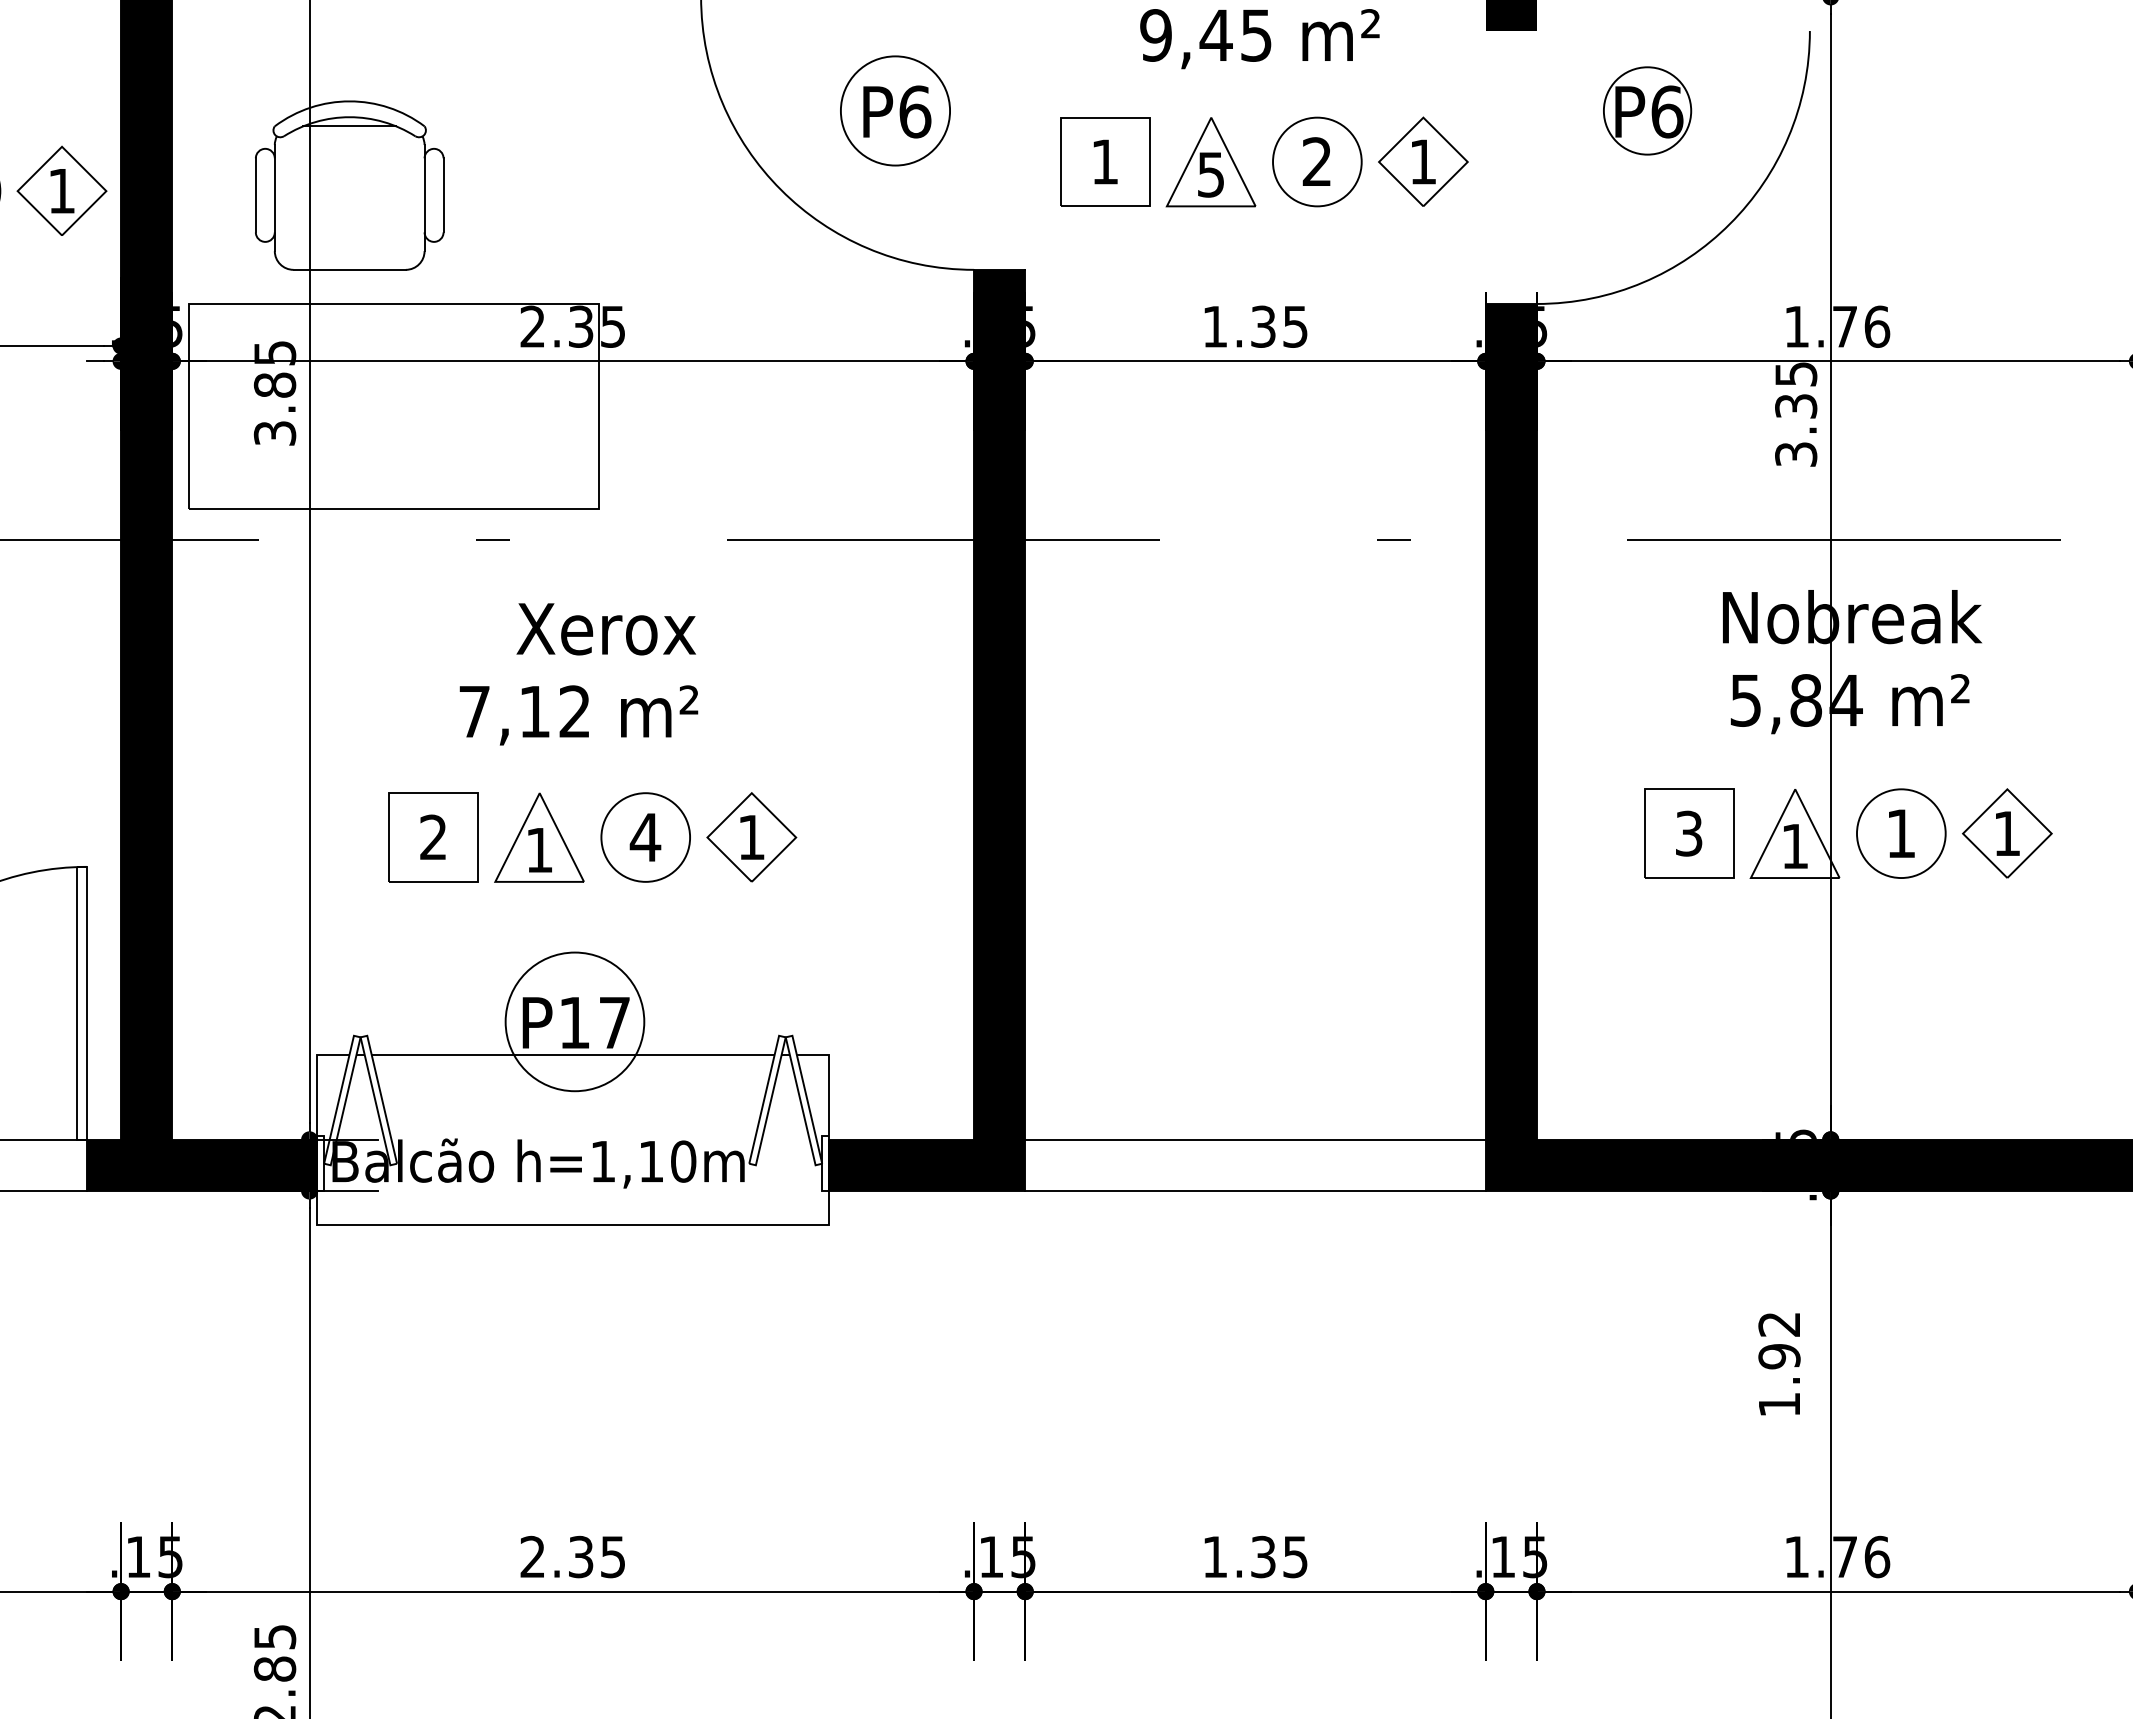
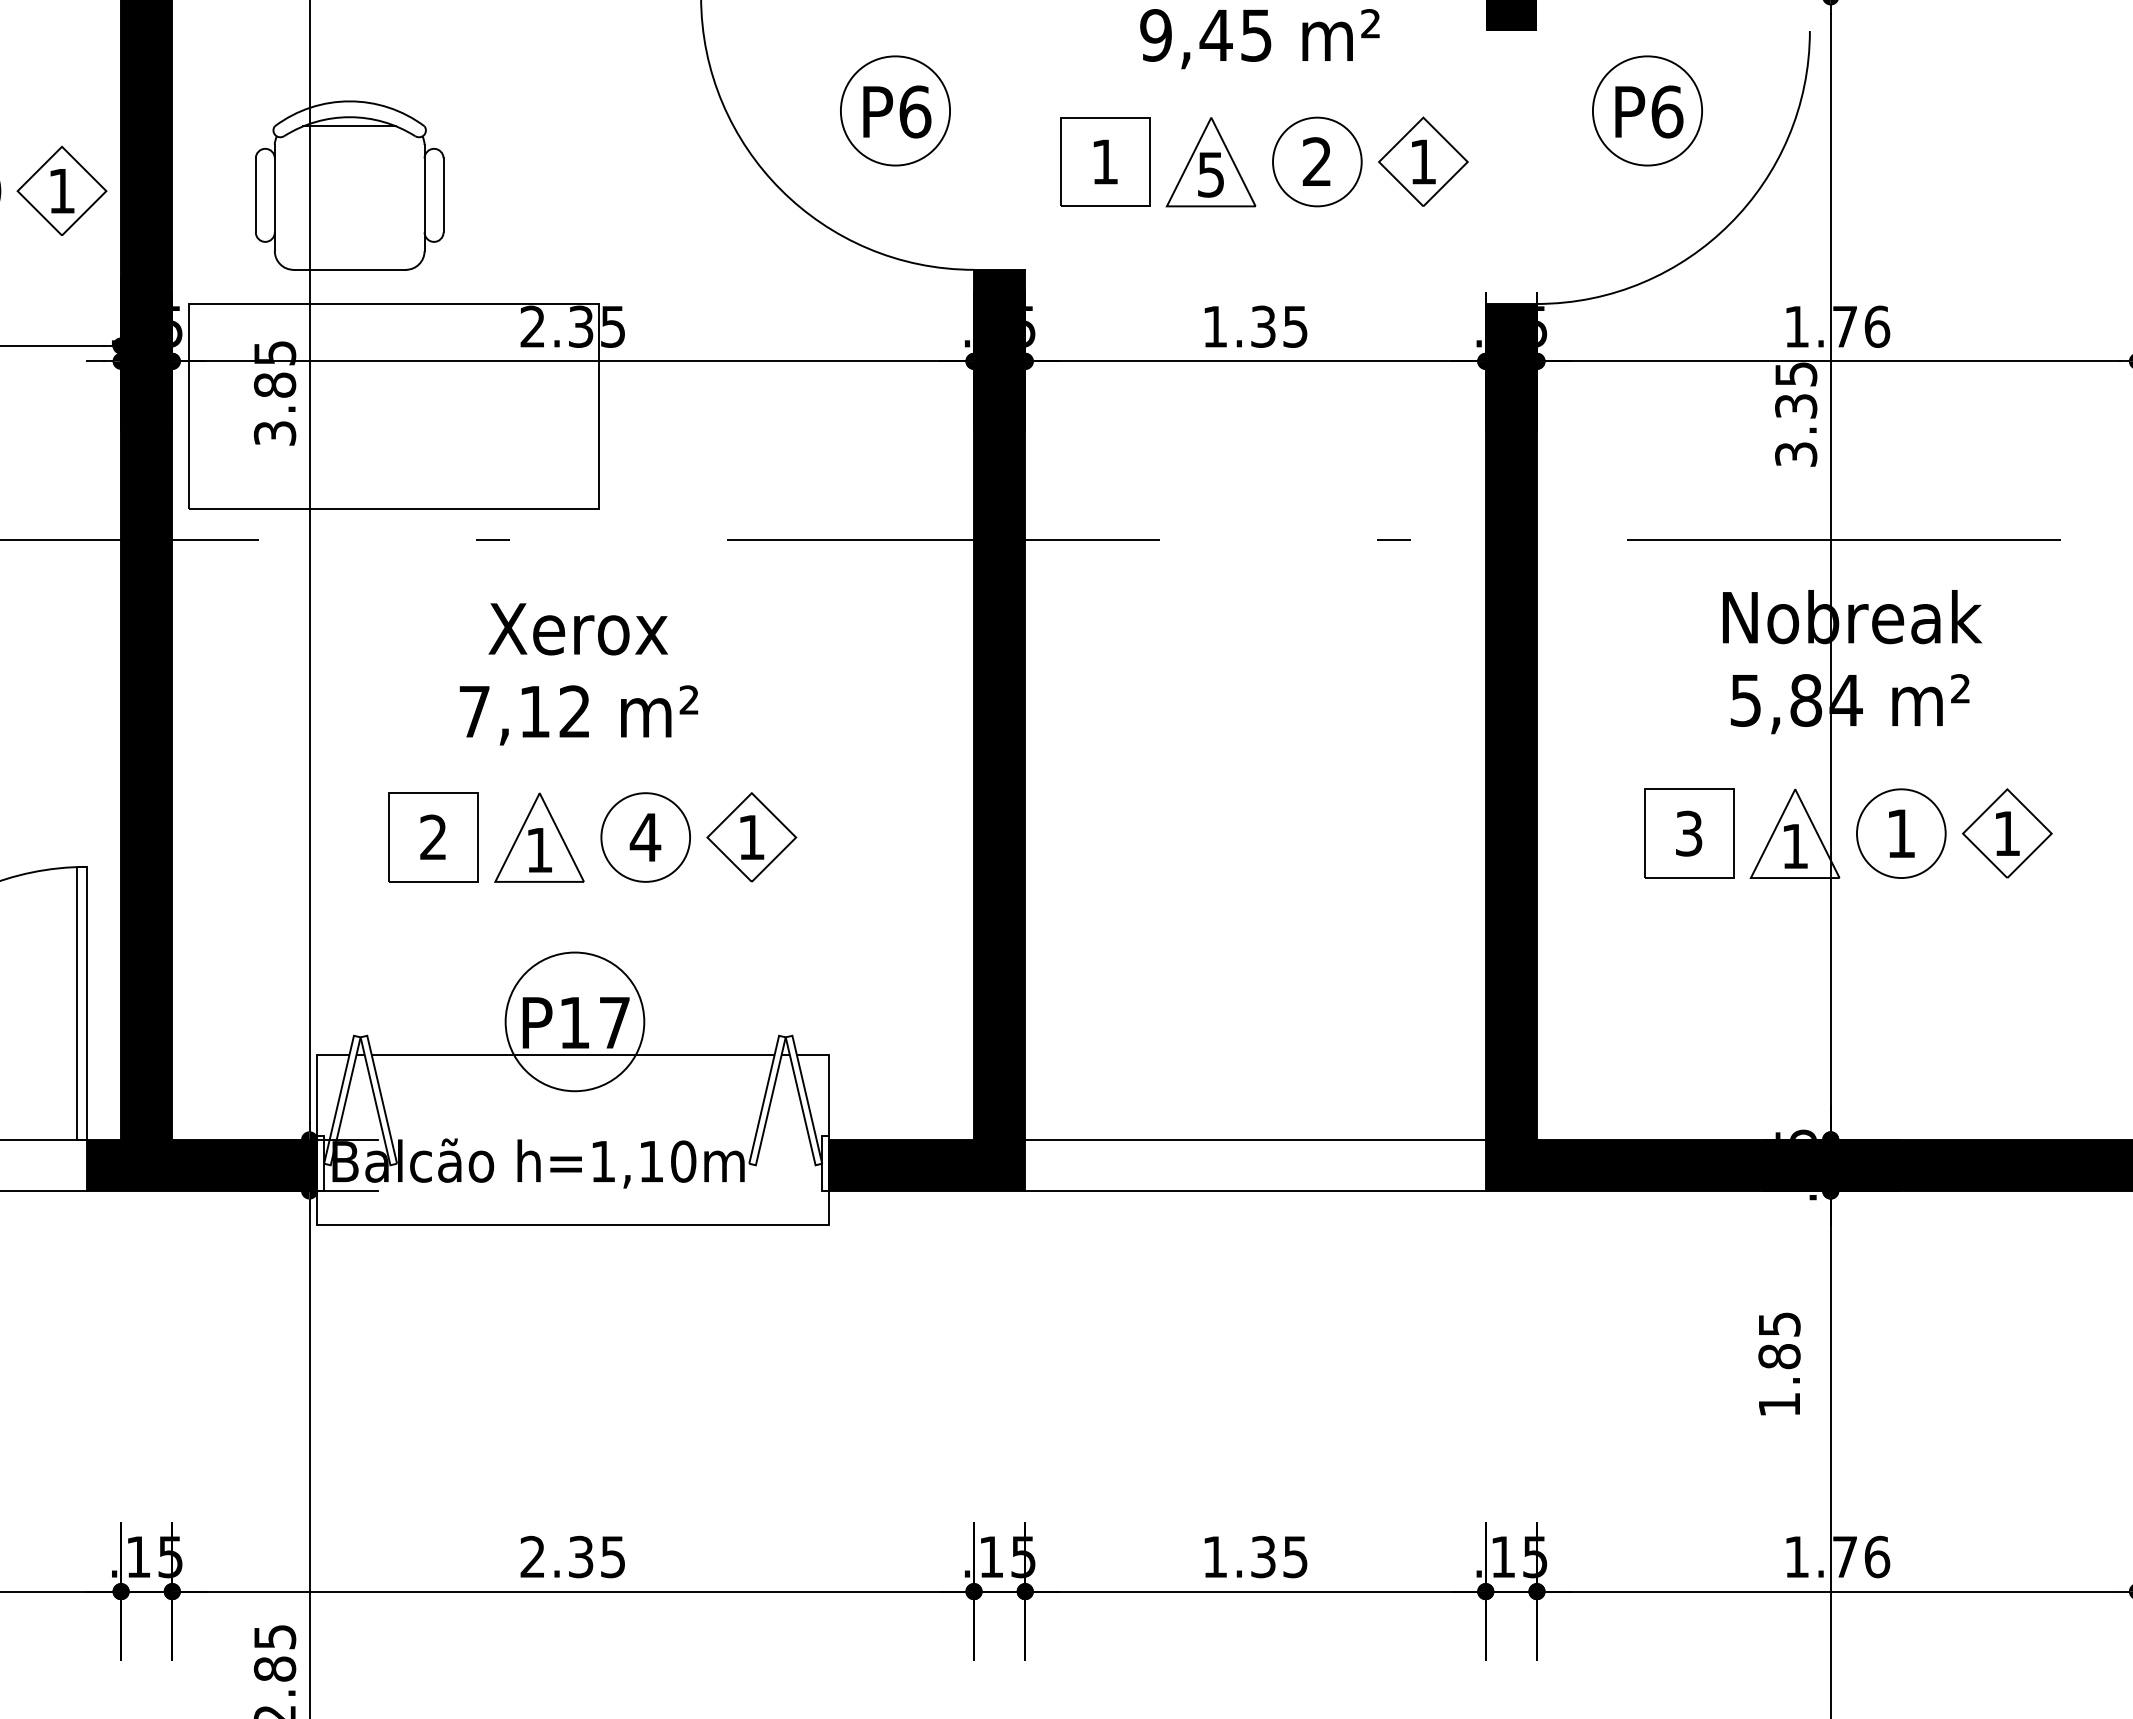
circle at (1647, 110) diameter: 87 px -> 109 px
text at (605, 629) position: (605, 629) -> (577, 629)
text at (1779, 1340): 1.92 -> 1.85
